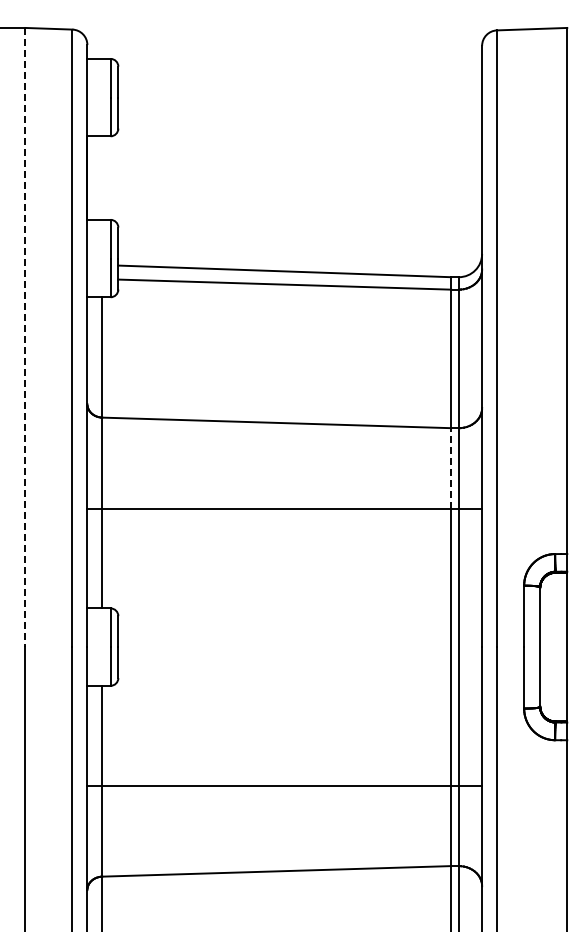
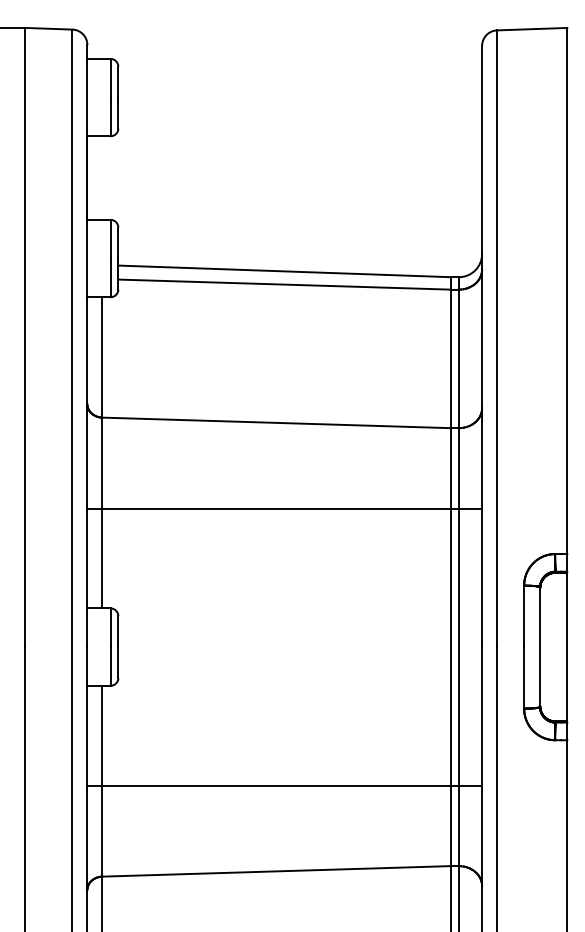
line at (25, 337): dashed -> solid
line at (451, 467): dashed -> solid
